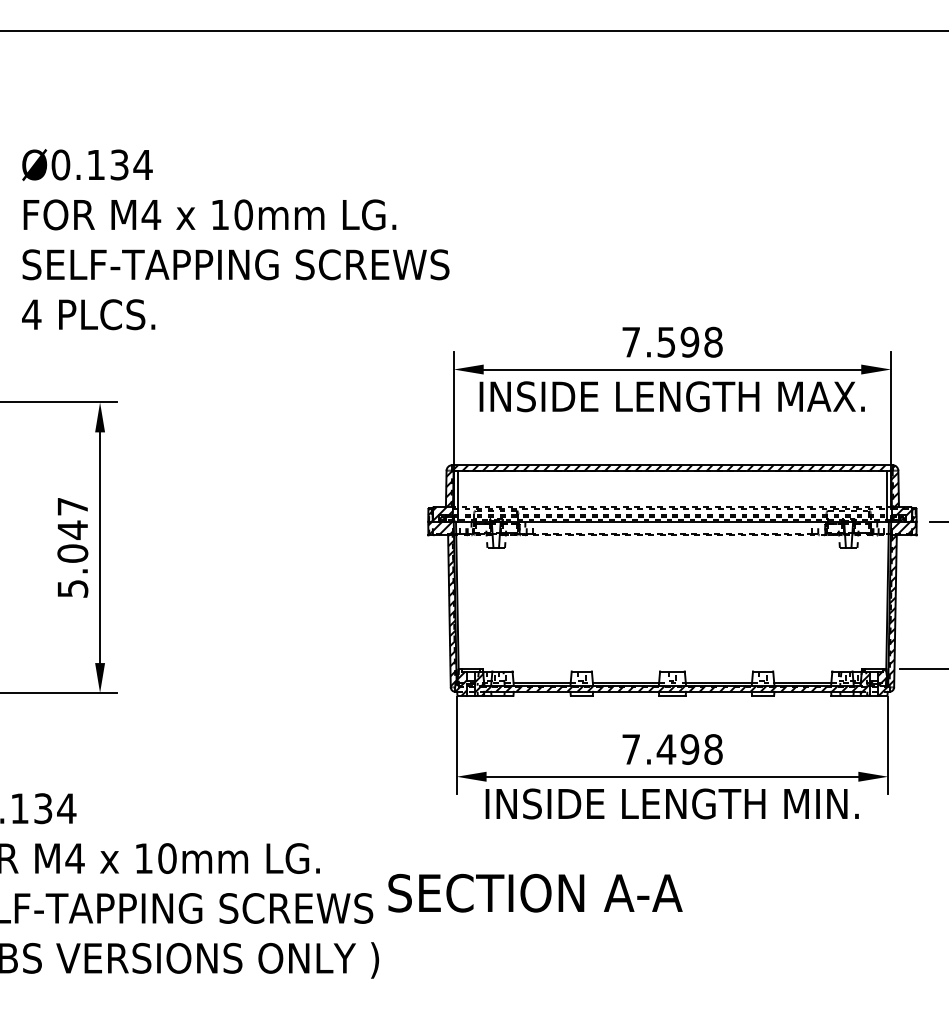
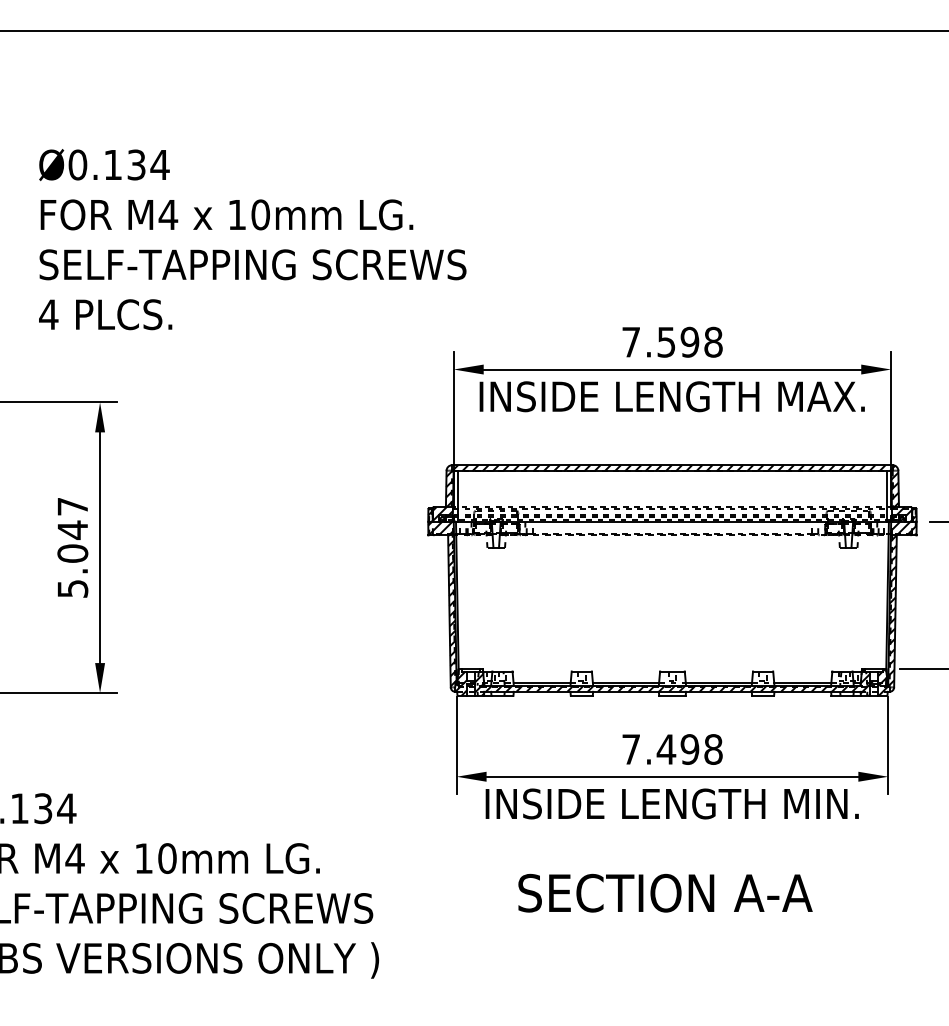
text at (235, 239) position: (235, 239) -> (252, 239)
text at (535, 892) position: (535, 892) -> (665, 892)
